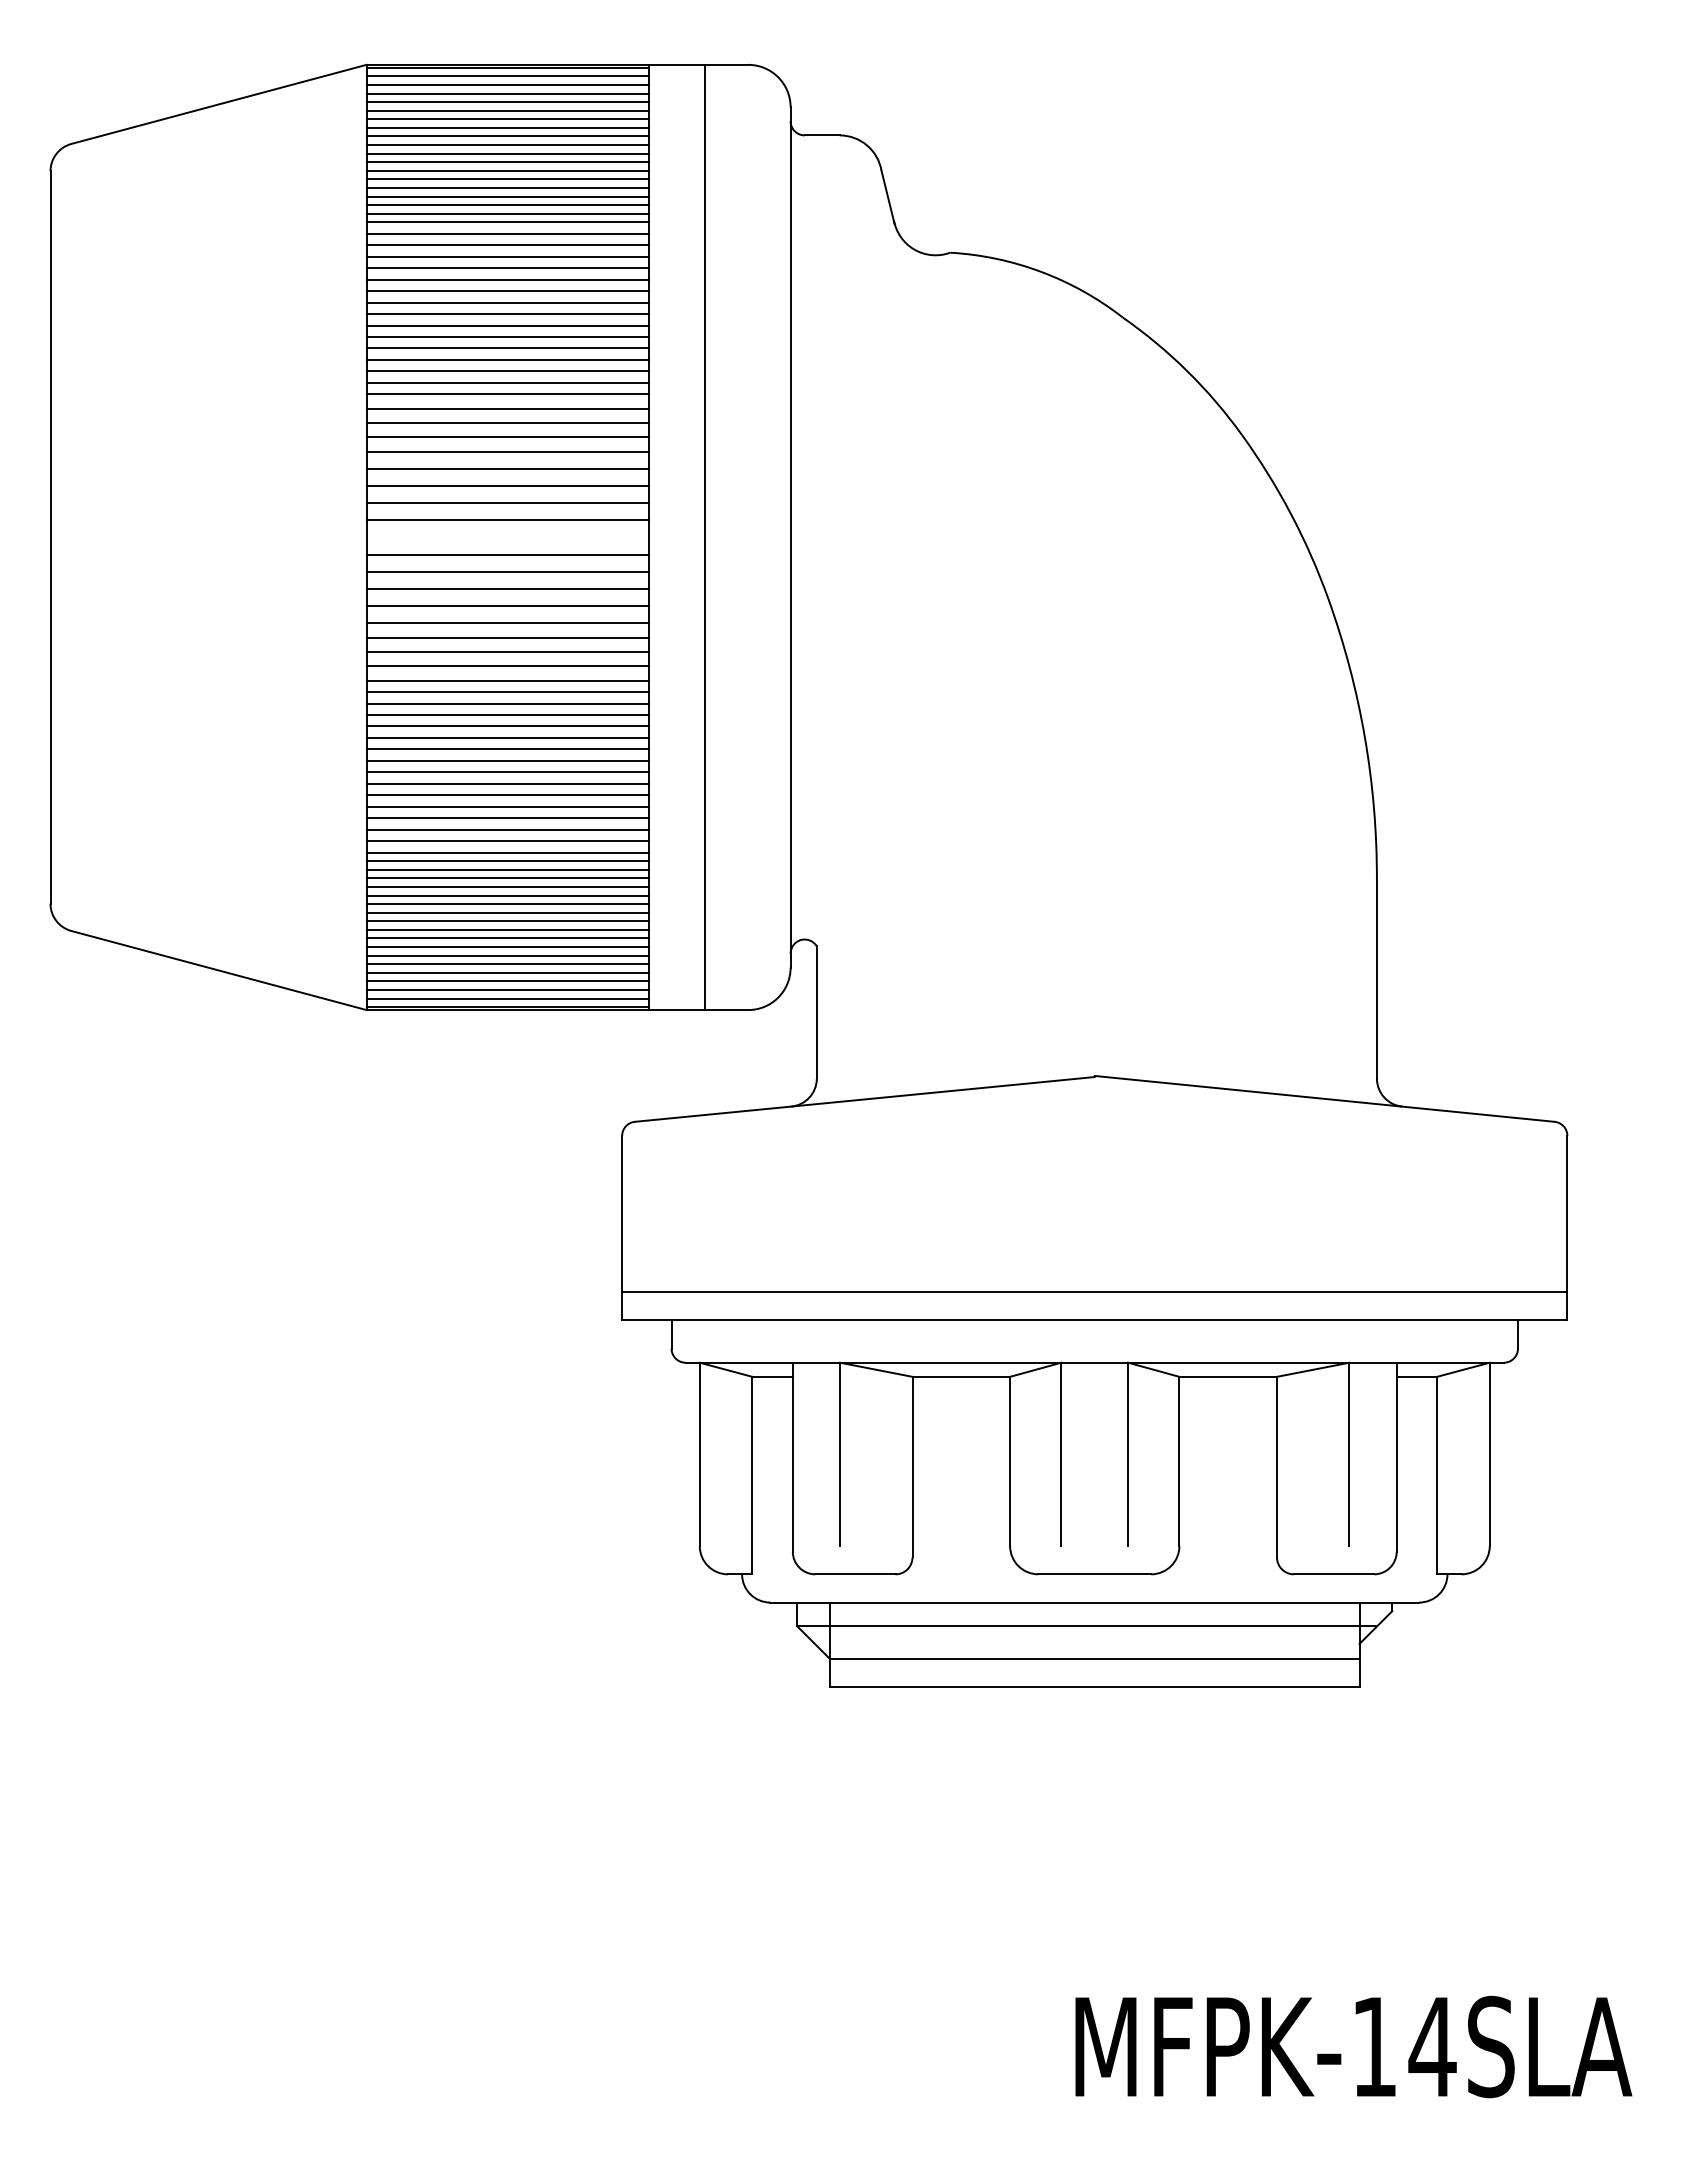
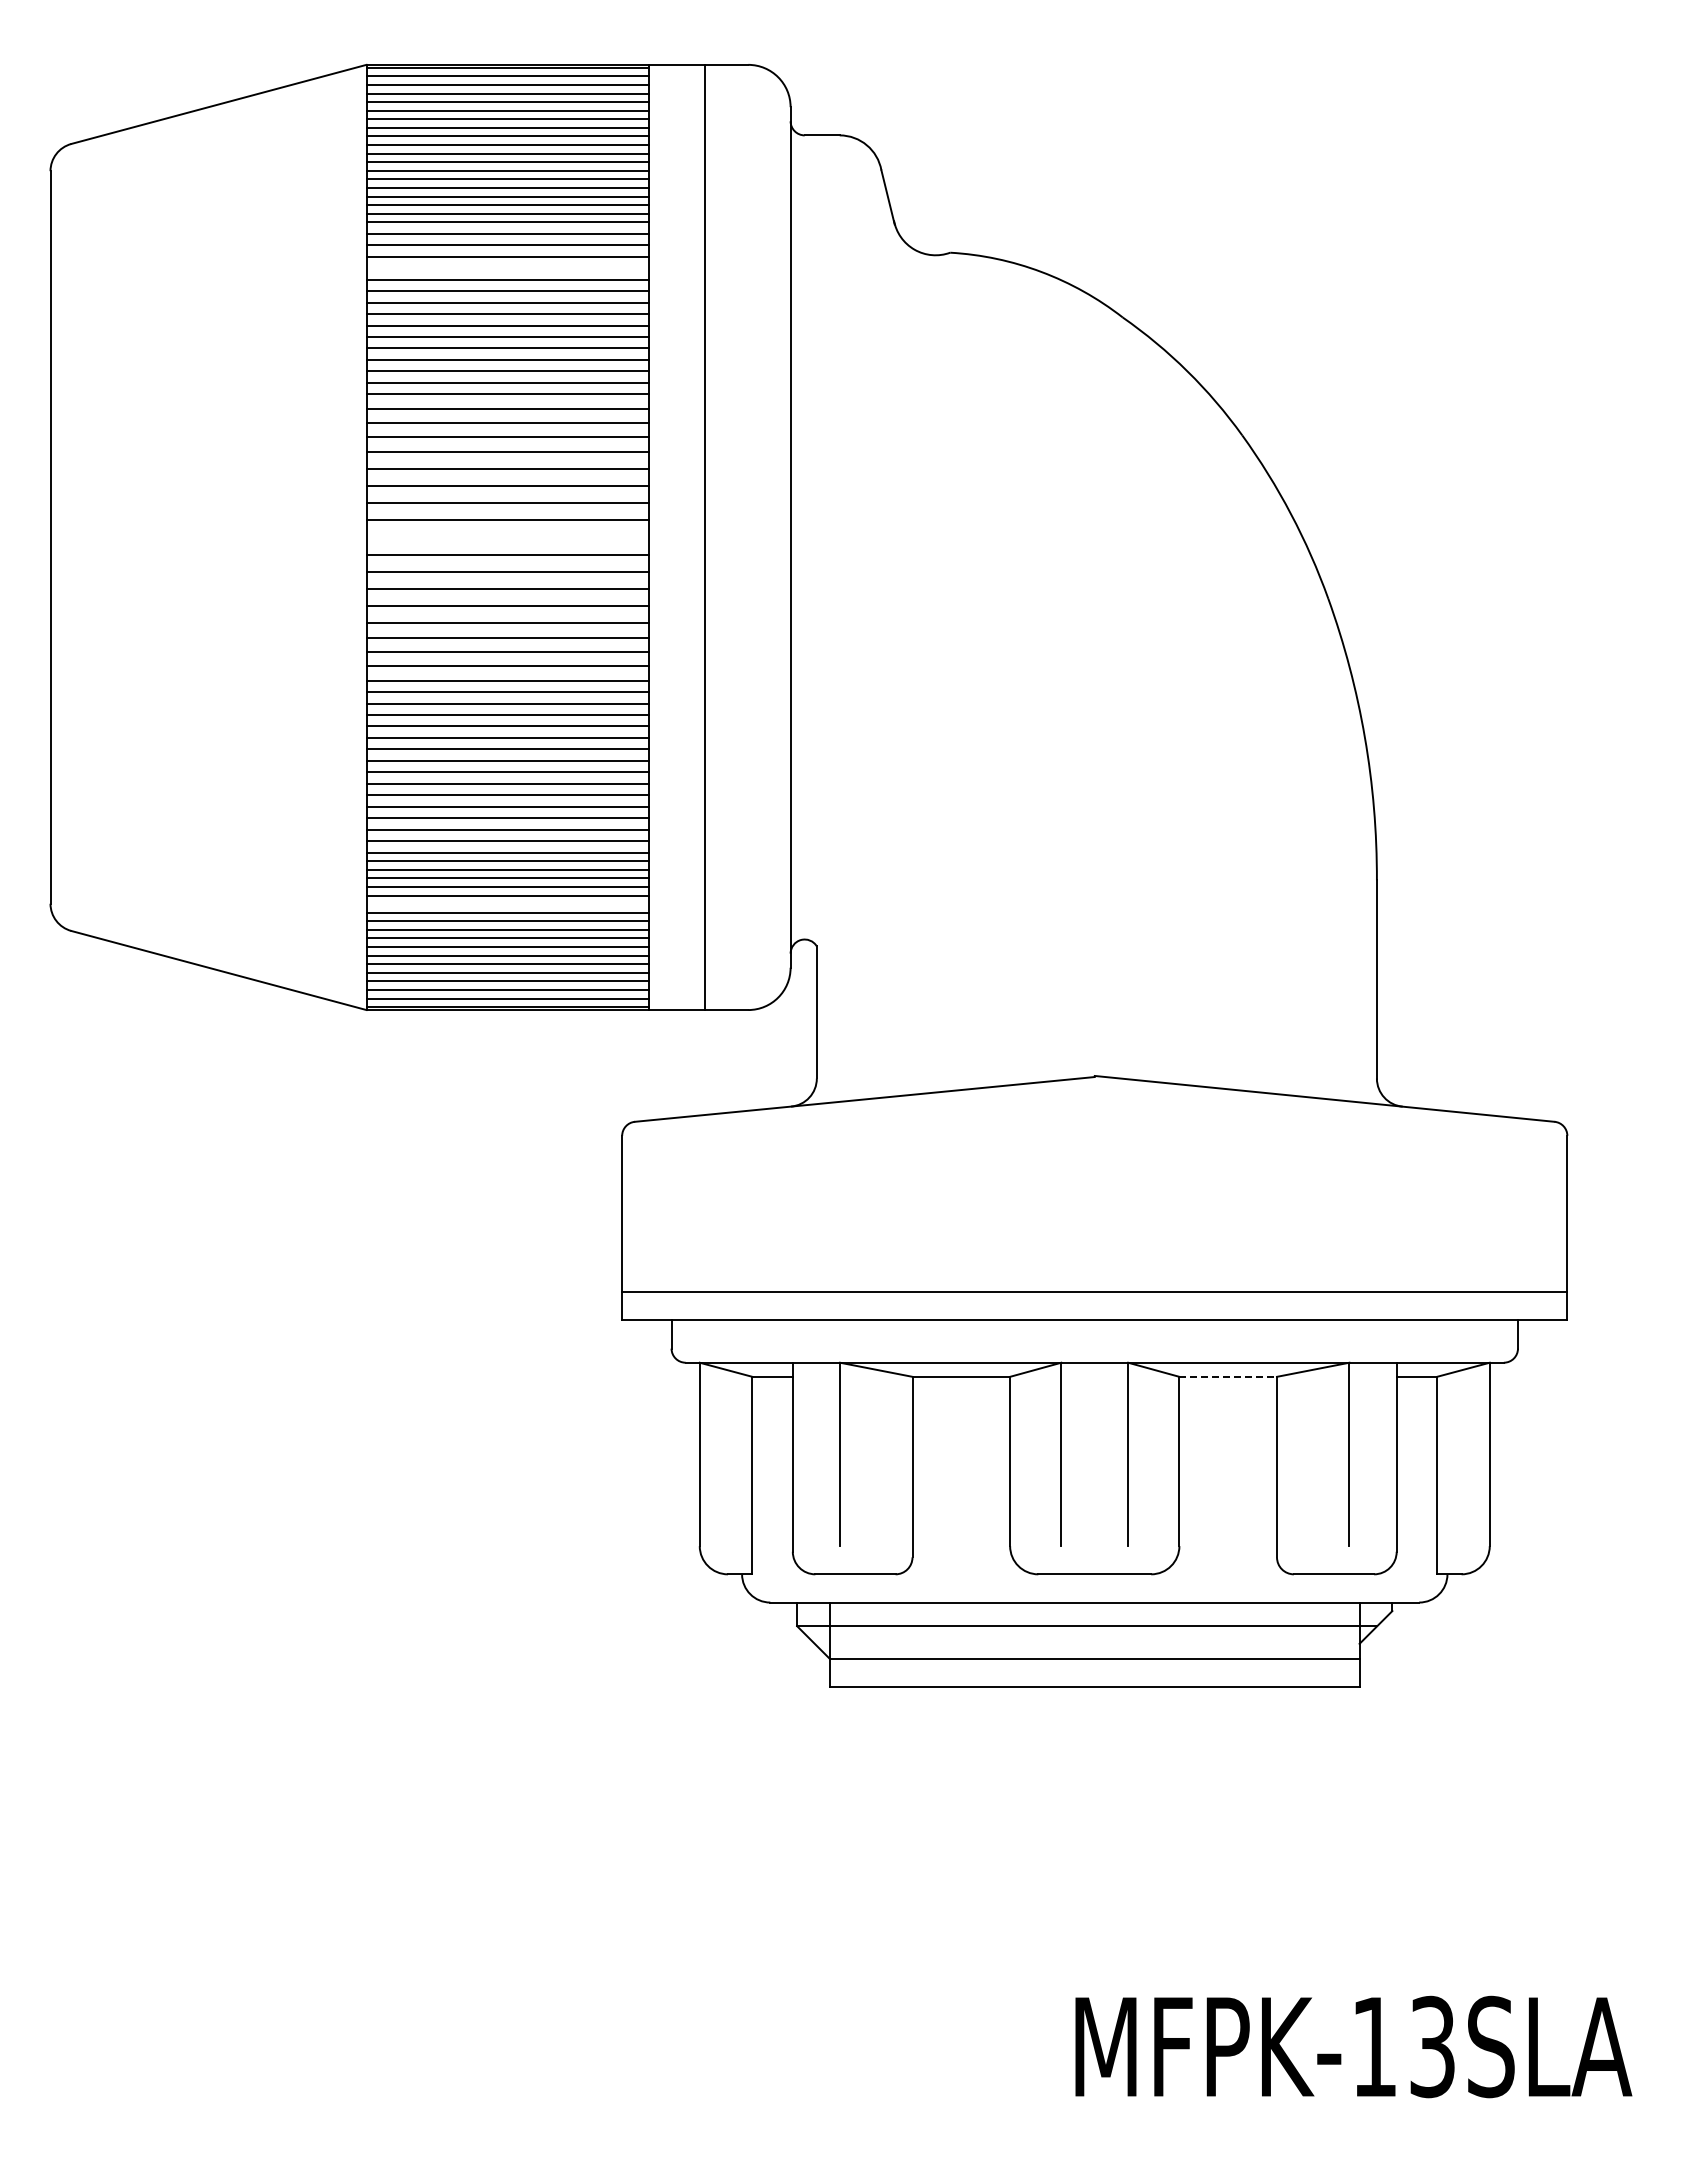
line at (507, 268): present -> none
line at (507, 904): present -> none
line at (1228, 1376): solid -> dashed
text at (1432, 2046): MFPK-14SLA -> MFPK-13SLA
